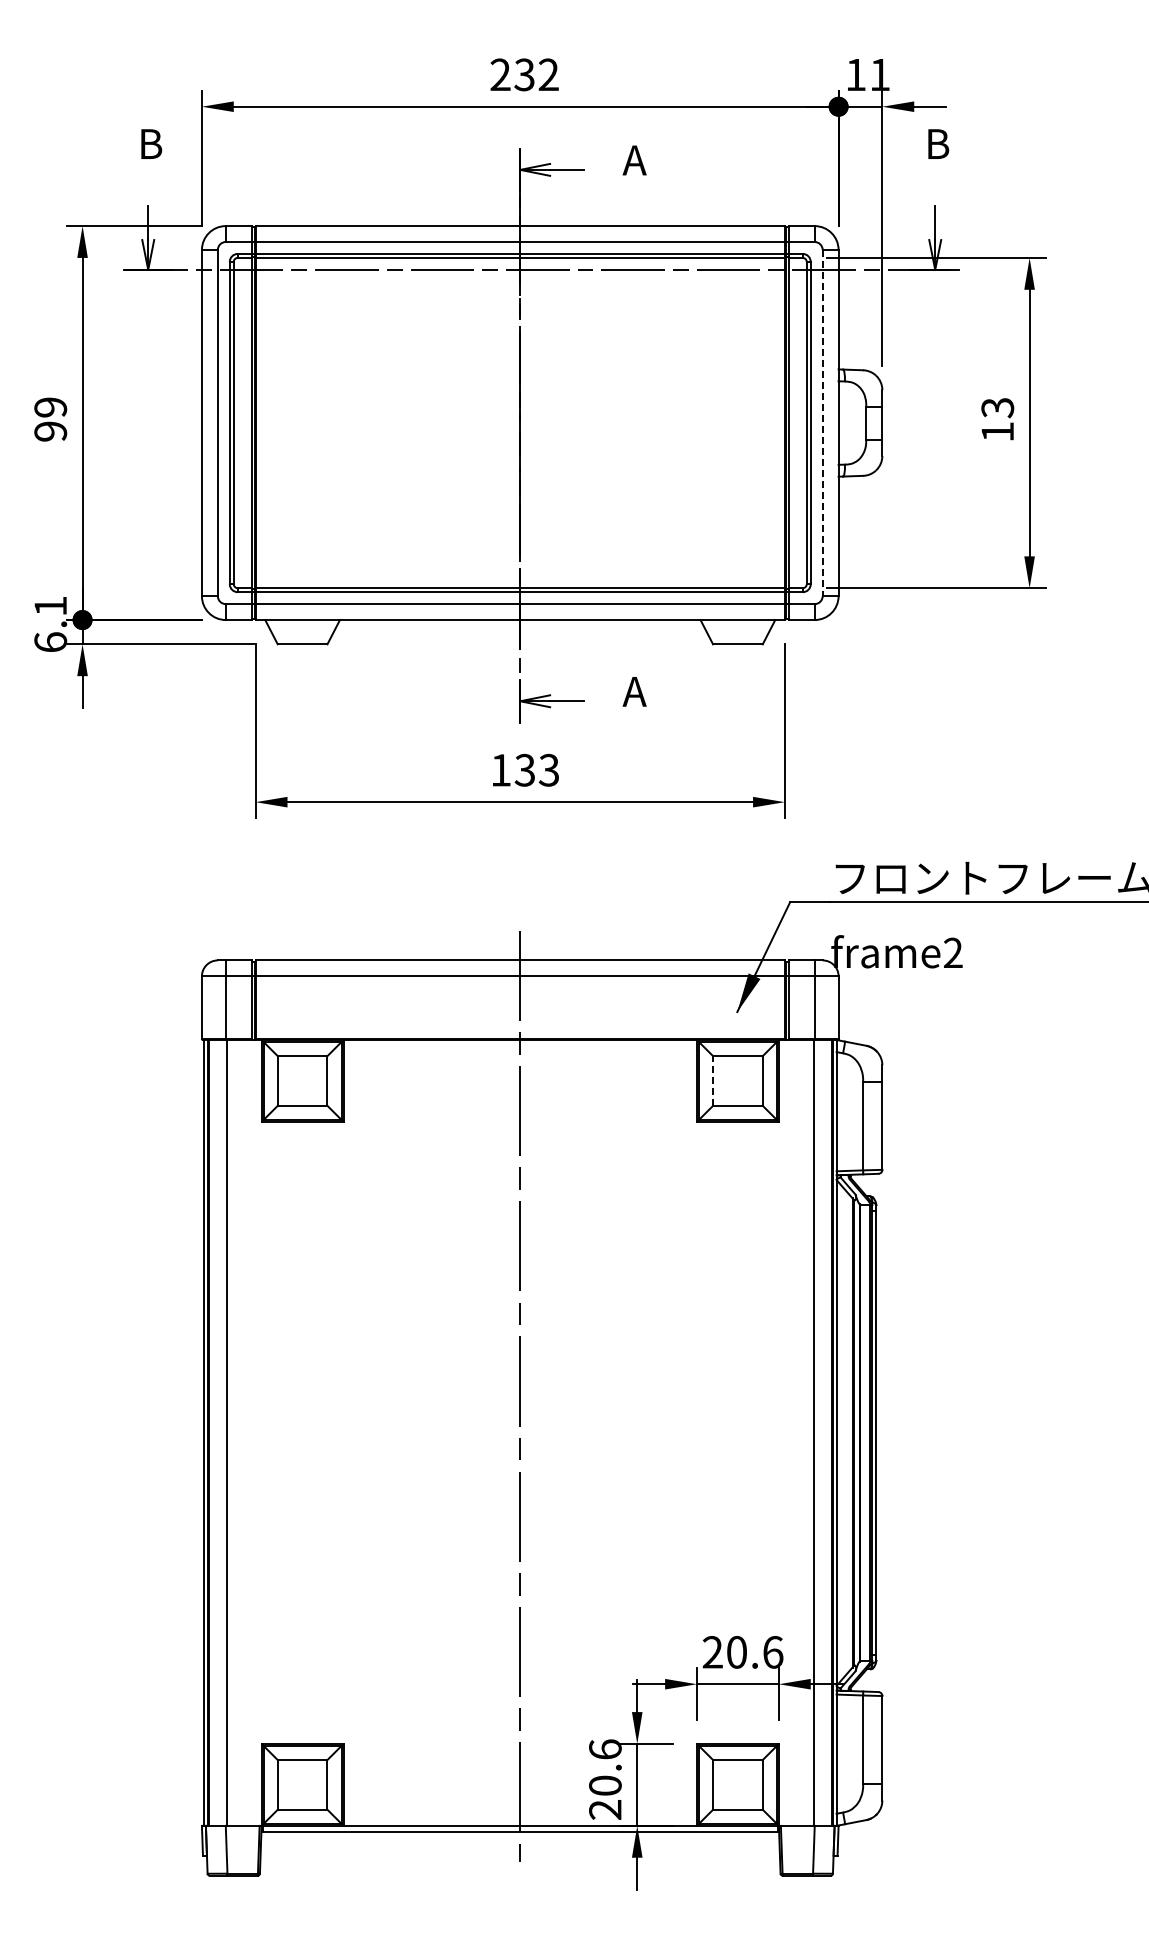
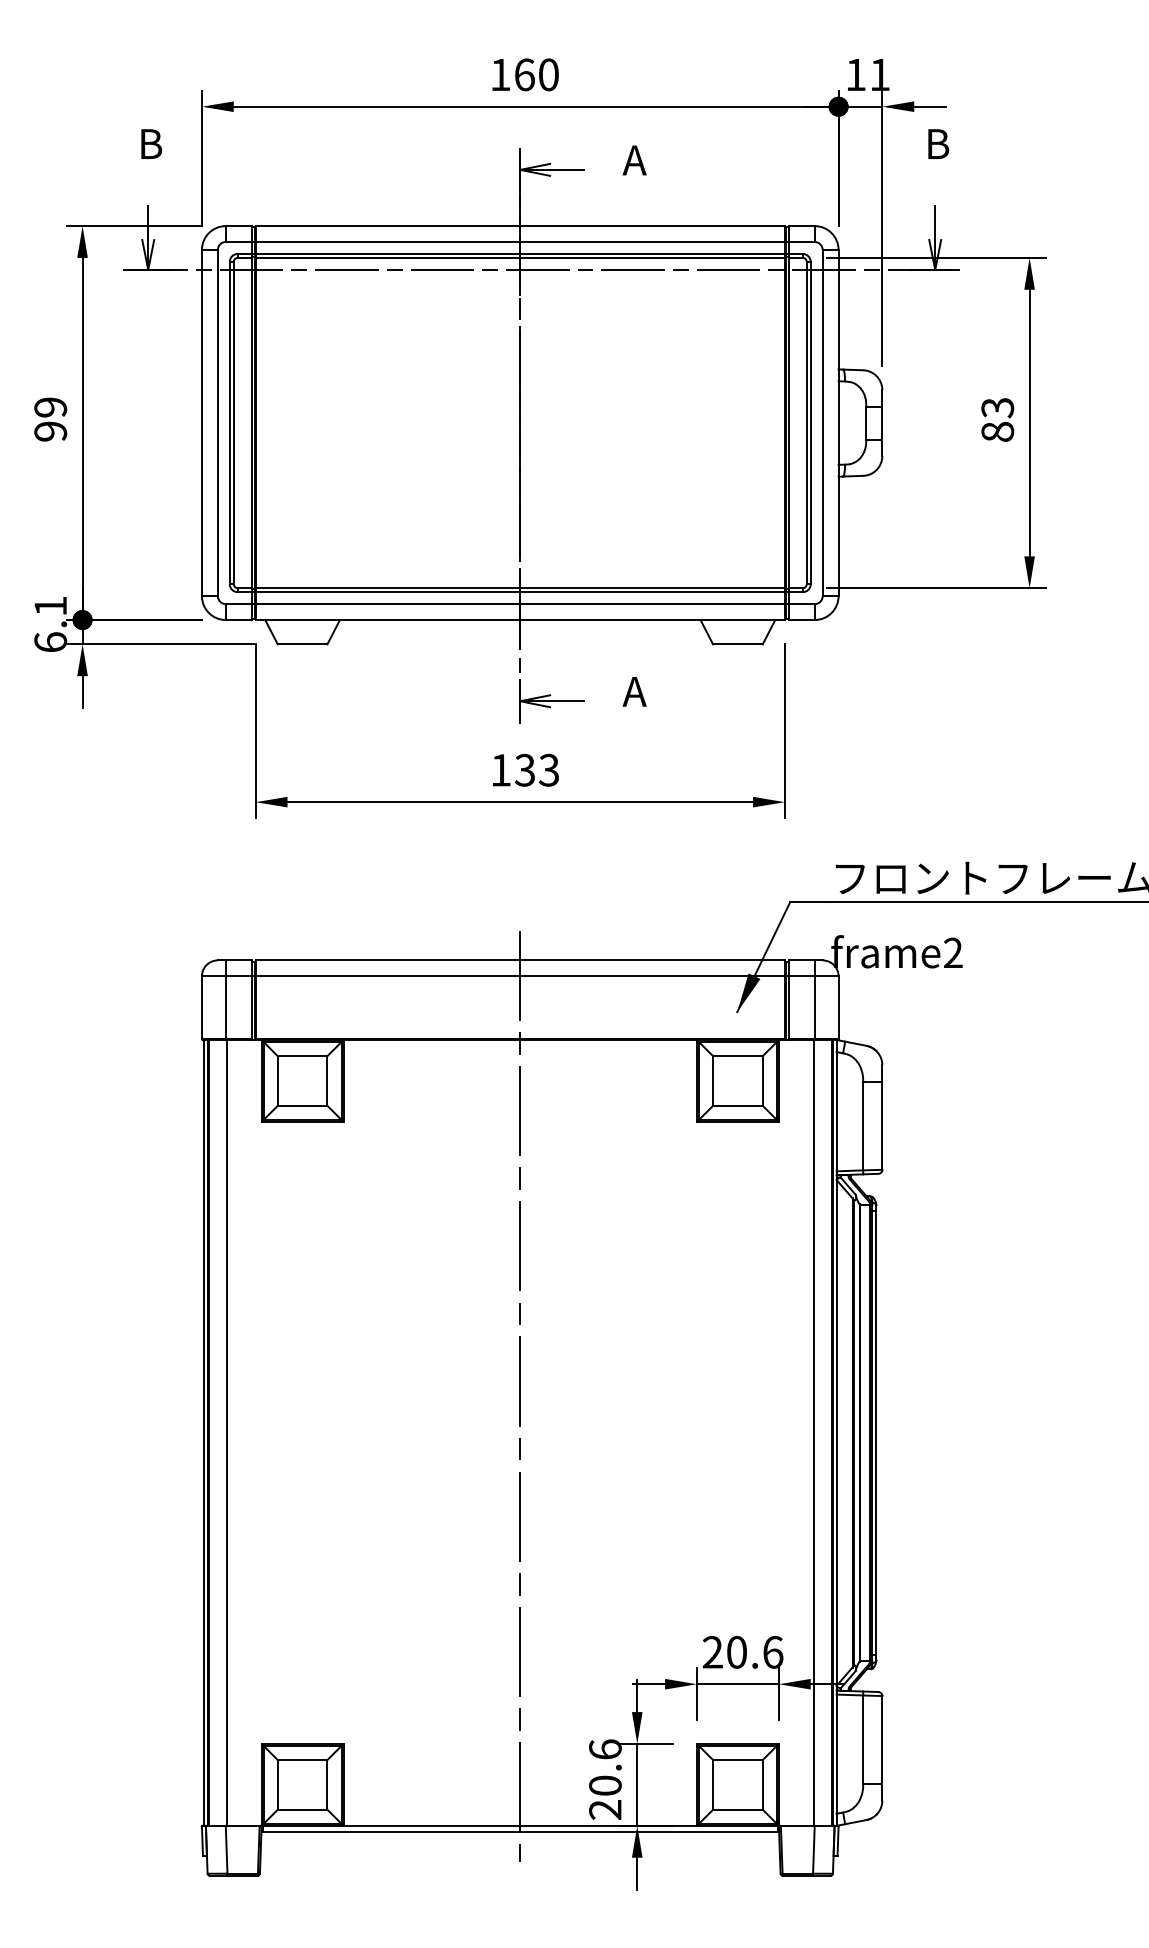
text at (524, 74): 232 -> 160
line at (822, 423): dashed -> solid
text at (997, 431): 13 -> 83
line at (713, 1080): dashed -> solid
